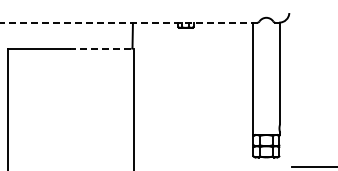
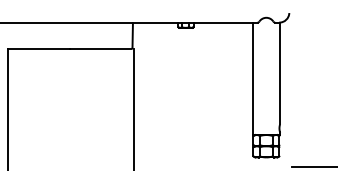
line at (128, 22): dashed -> solid
line at (100, 48): dashed -> solid
